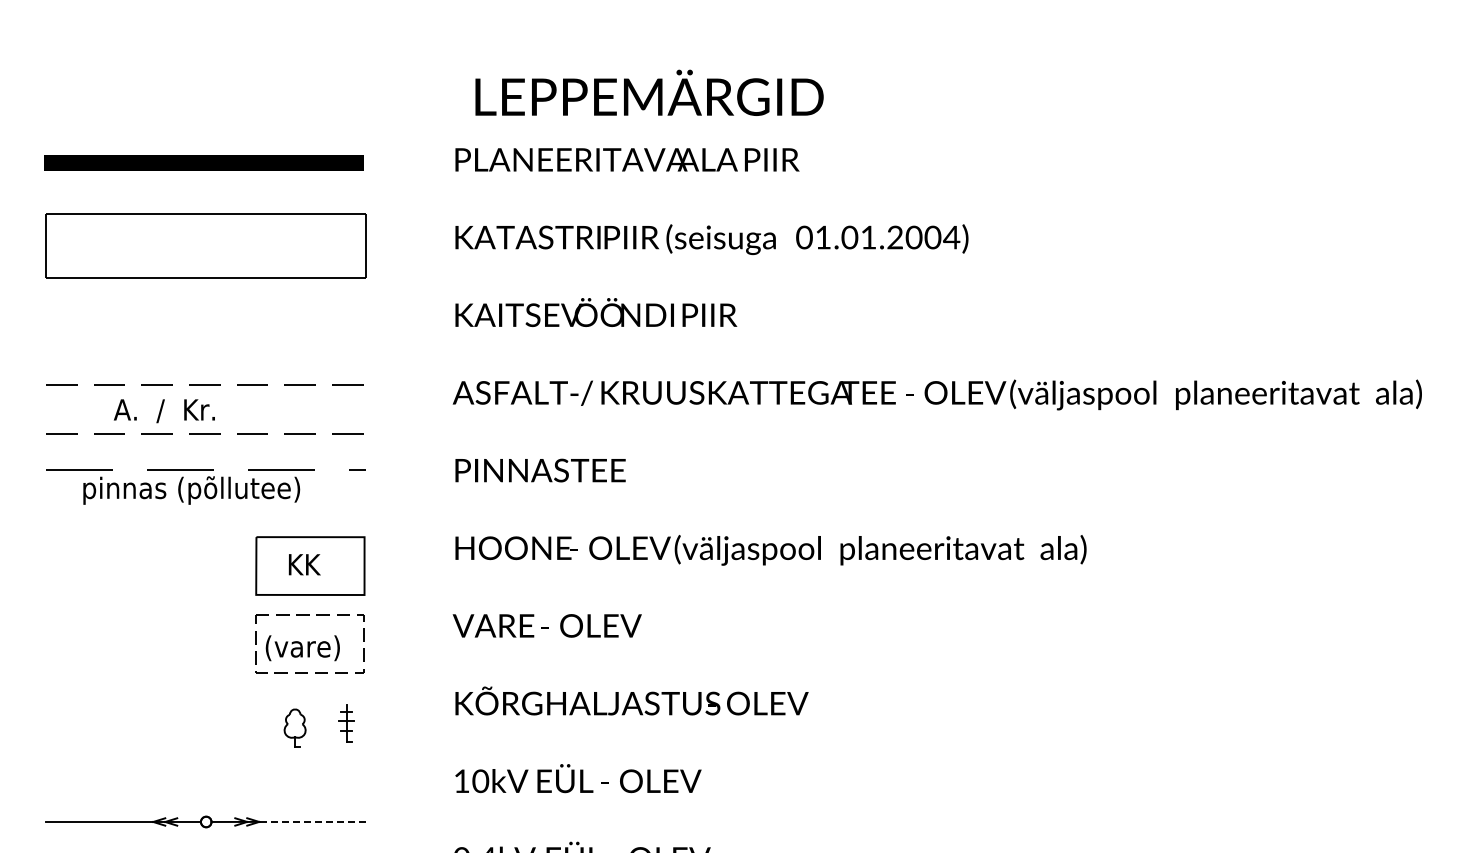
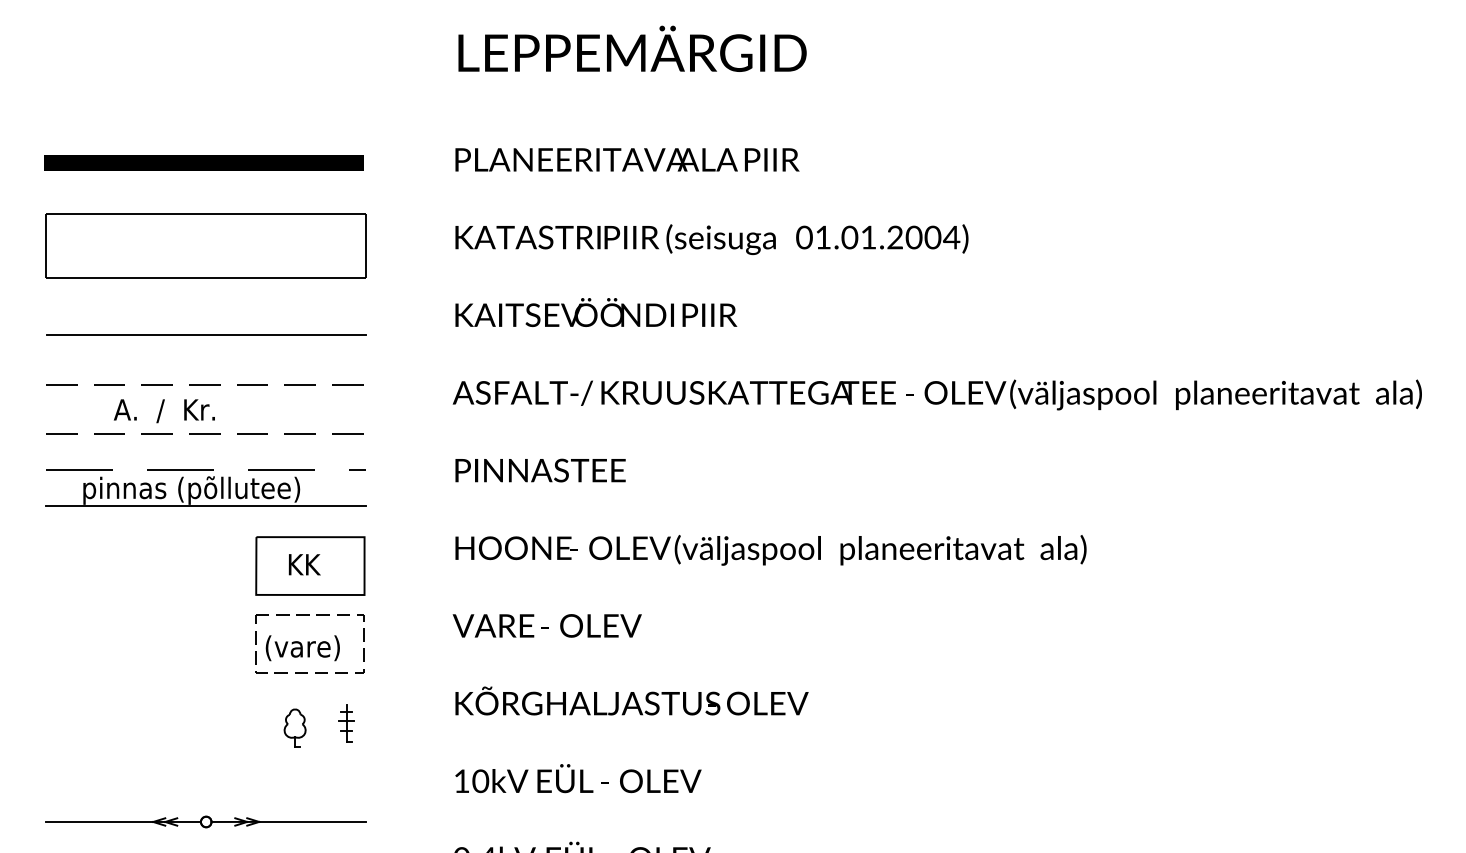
text at (649, 92) position: (649, 92) -> (632, 48)
line at (206, 334): none -> present
line at (205, 506): none -> present
line at (312, 822): dashed -> solid
